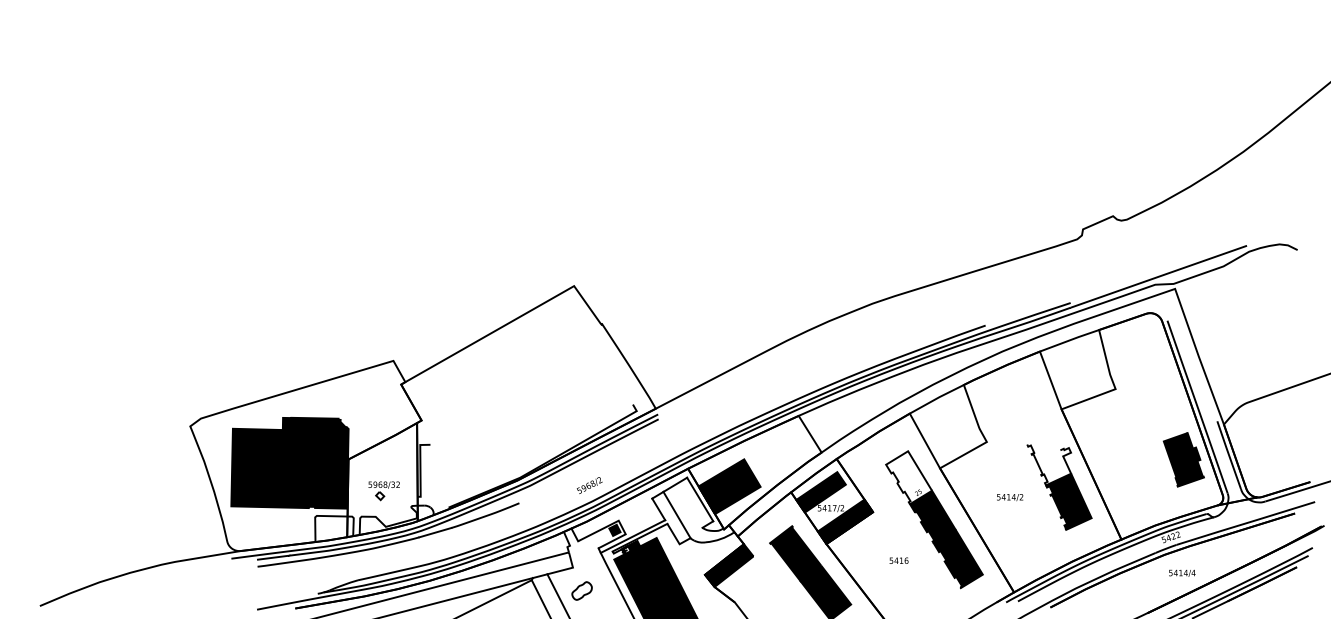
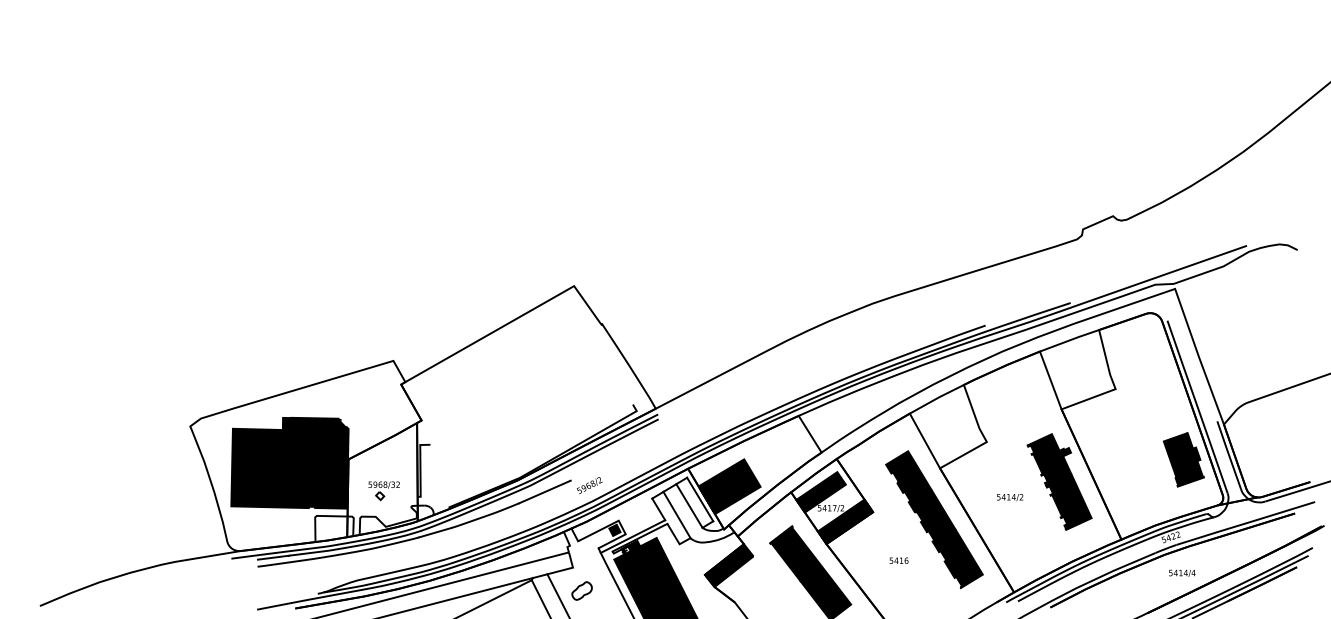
fill at (1049, 458): none -> present
fill at (909, 477): none -> present
line at (544, 491): none -> present
line at (689, 505): none -> present
